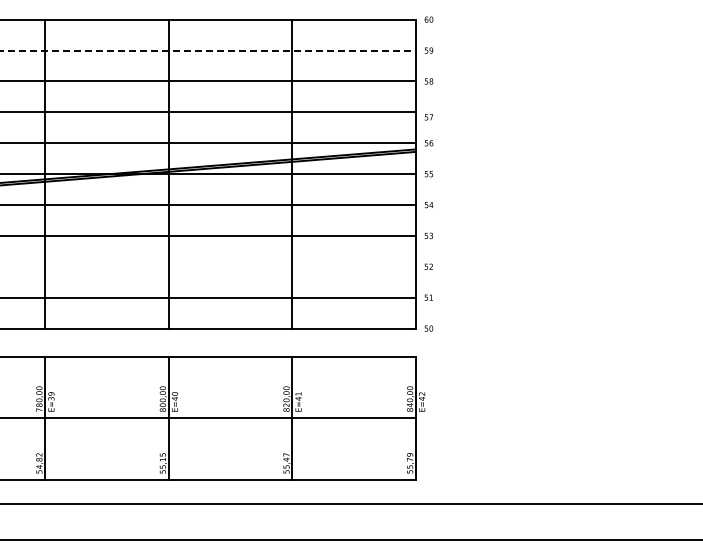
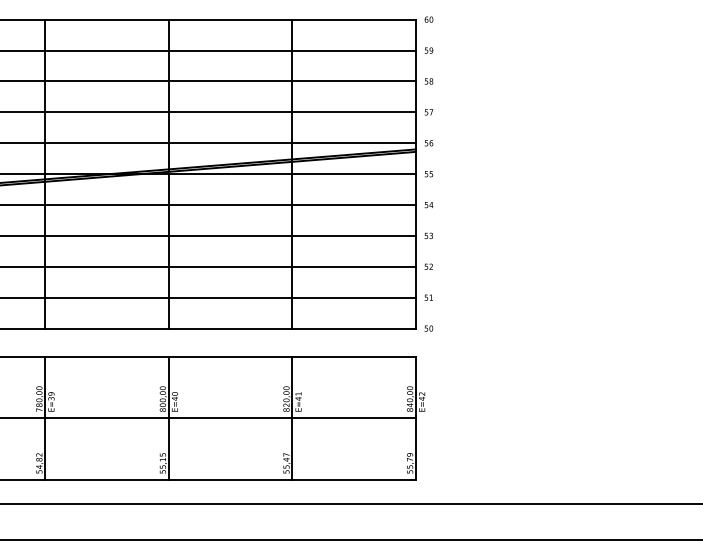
line at (208, 50): dashed -> solid
text at (428, 117) position: (428, 117) -> (428, 112)
line at (208, 266): none -> present
